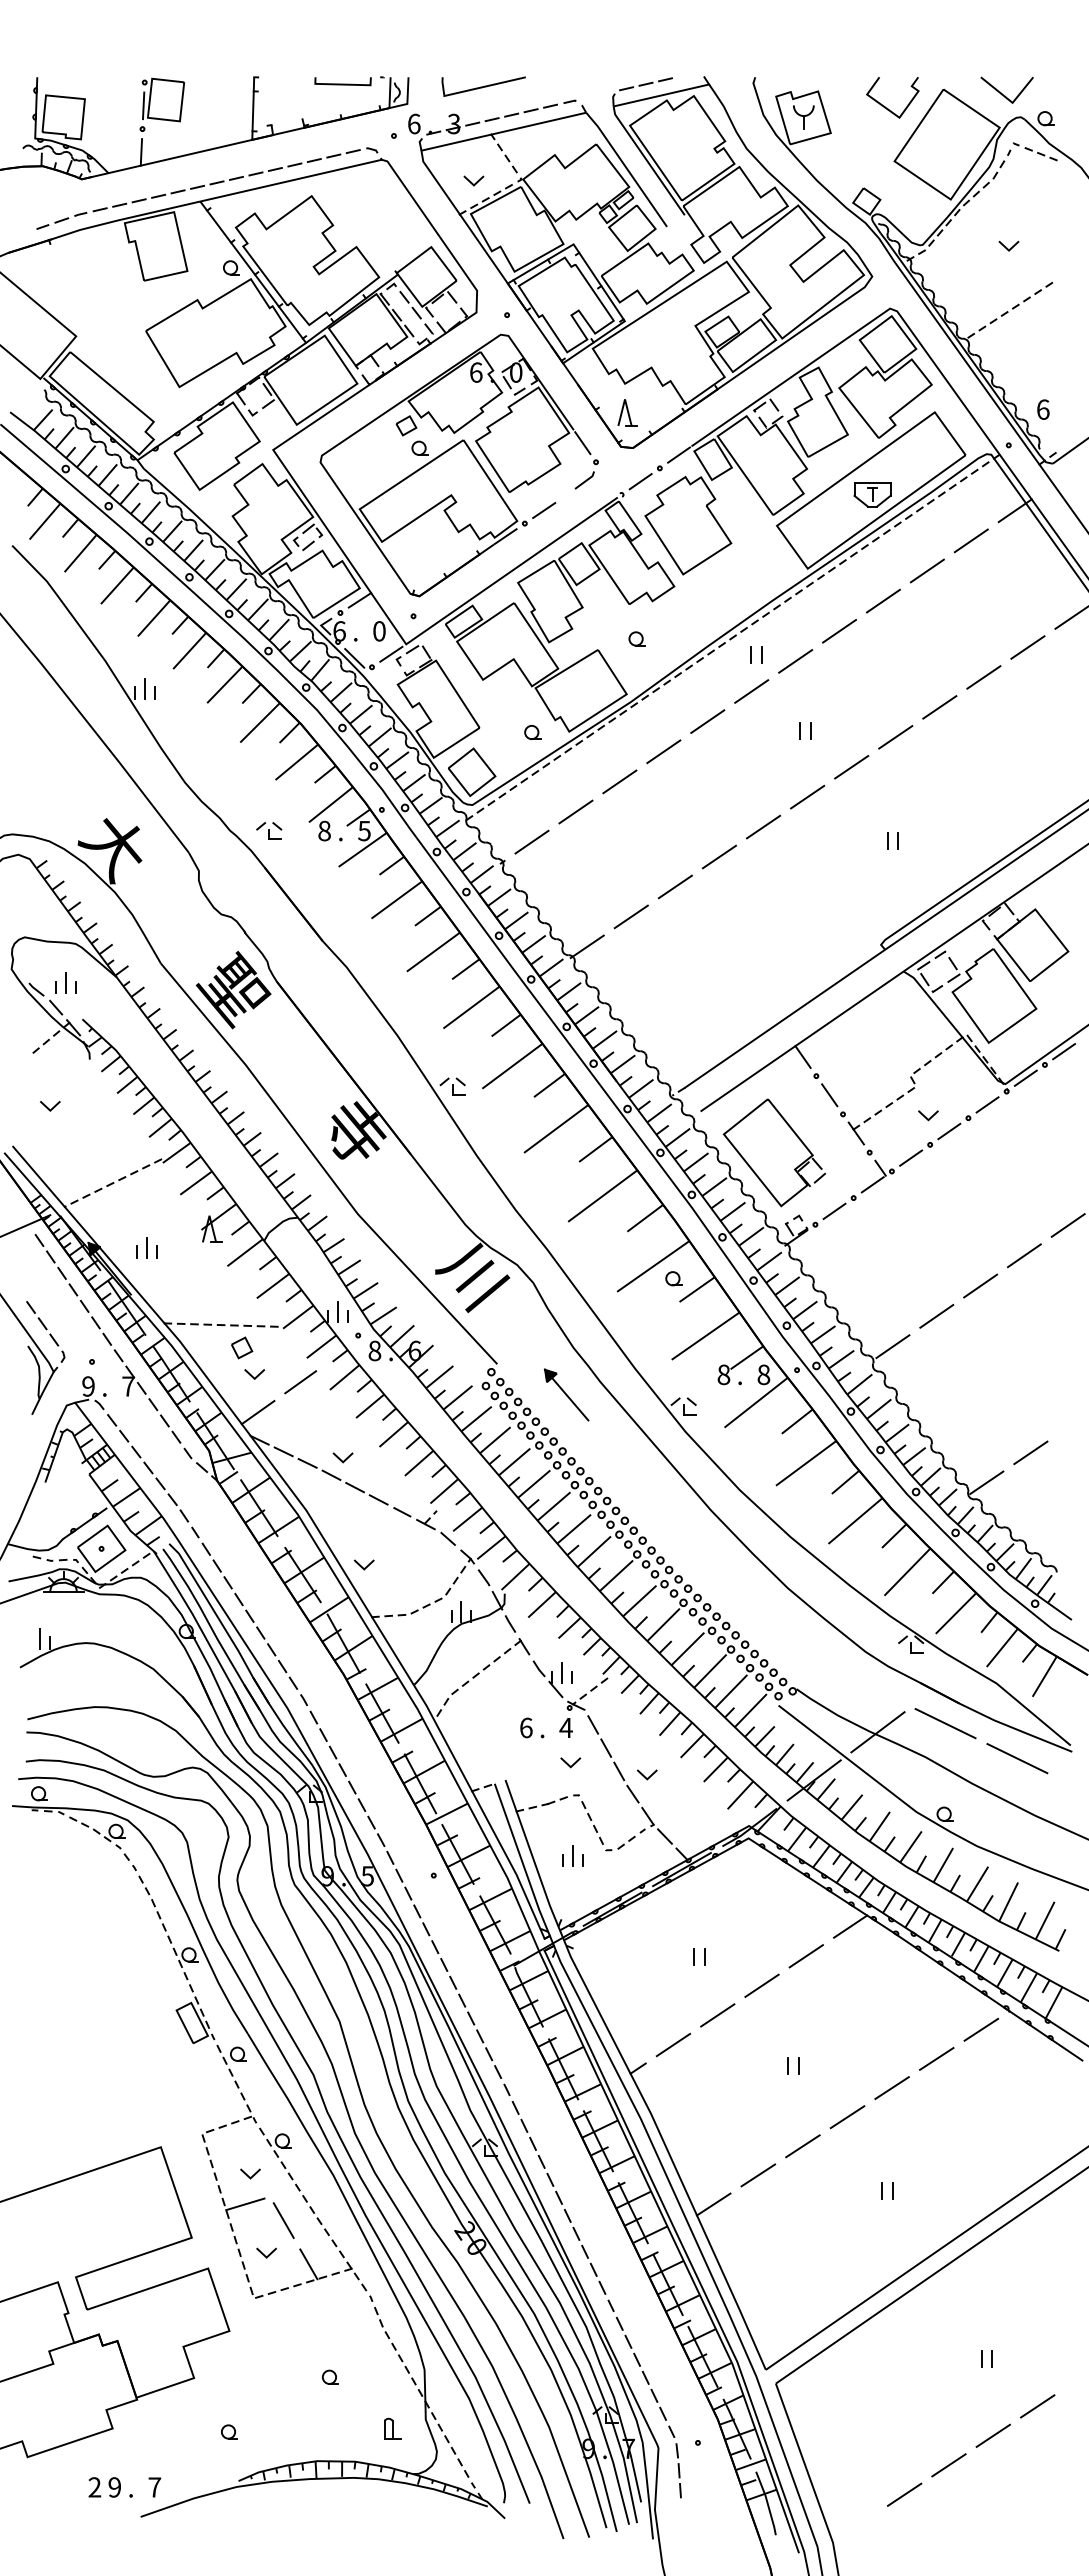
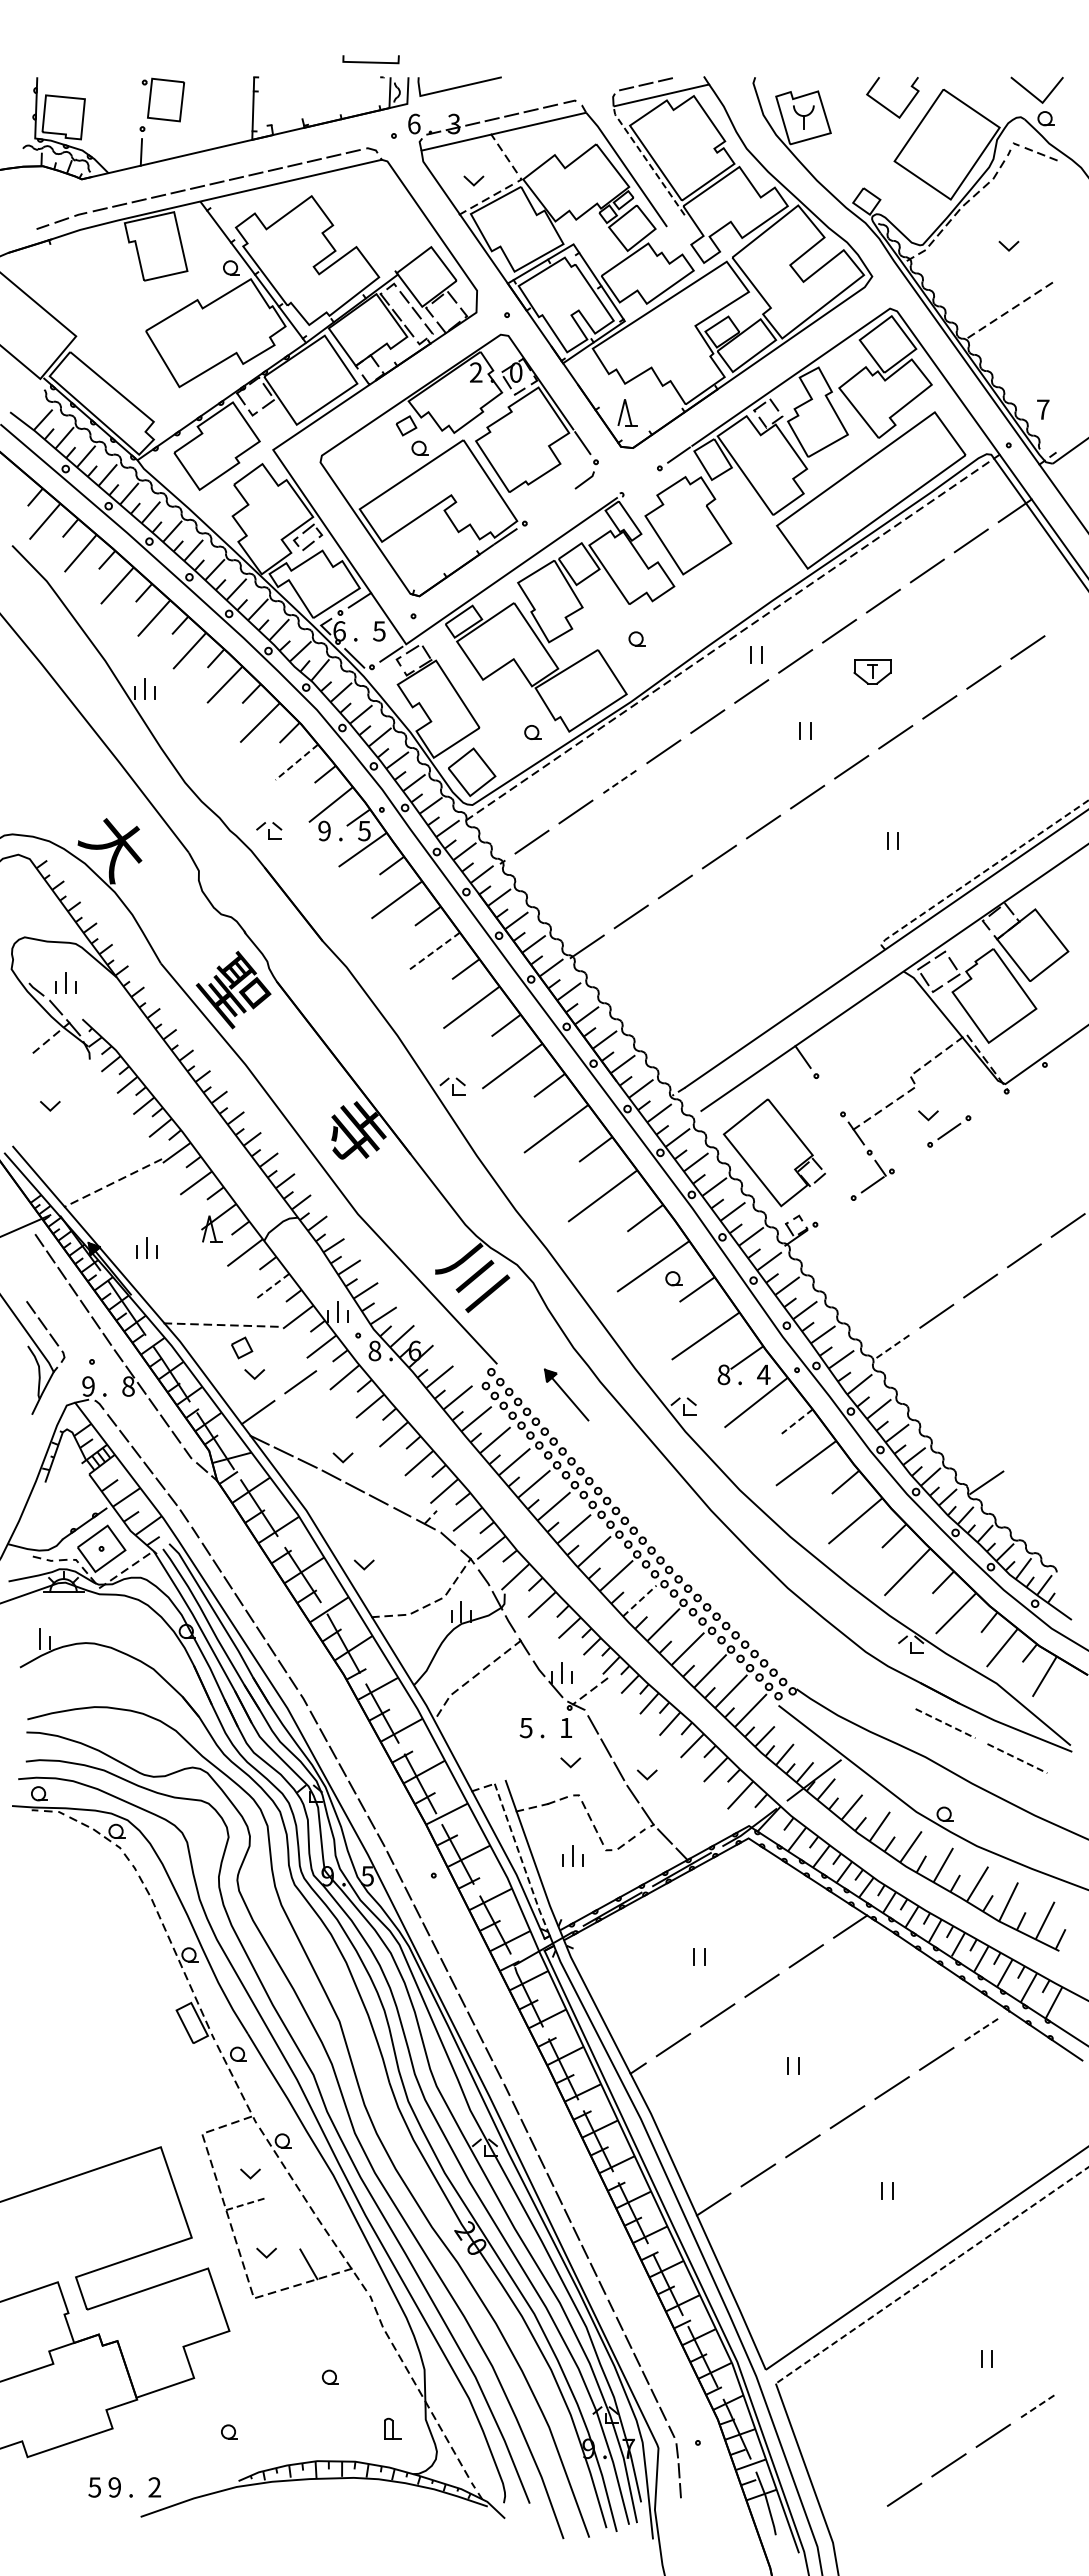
line at (342, 83) position: (342, 83) -> (370, 61)
line at (483, 86) position: (483, 86) -> (459, 86)
line at (1002, 93) position: (1002, 93) -> (1032, 93)
line at (143, 105): present -> none
line at (646, 160): solid -> dashed
text at (476, 372): 6 -> 2
text at (1043, 409): 6 -> 7
line at (640, 481): present -> none
part at (872, 494) position: (872, 494) -> (872, 671)
line at (544, 510): present -> none
line at (1070, 618): present -> none
text at (379, 631): 0 -> 5
line at (296, 762): solid -> dashed
line at (619, 781): solid -> dashed
text at (324, 830): 8 -> 9
line at (979, 875): solid -> dashed
line at (433, 952): solid -> dashed
line at (1064, 1051): present -> none
line at (1025, 1077): present -> none
line at (829, 1095): present -> none
line at (987, 1104): present -> none
line at (910, 1157): present -> none
line at (834, 1211): present -> none
line at (272, 1286): solid -> dashed
line at (892, 1346): solid -> dashed
text at (763, 1374): 8 -> 4
text at (128, 1386): 7 -> 8
line at (797, 1421): solid -> dashed
line at (1030, 1452): present -> none
line at (639, 1601): solid -> dashed
line at (946, 1723): solid -> dashed
text at (525, 1727): 6 -> 5
text at (565, 1727): 4 -> 1
line at (877, 1732): present -> none
line at (1017, 1758): solid -> dashed
line at (521, 1859): solid -> dashed
line at (981, 2029): solid -> dashed
line at (245, 2204): solid -> dashed
line at (283, 2220): present -> none
line at (932, 2275): solid -> dashed
line at (1037, 2406): solid -> dashed
text at (94, 2487): 2 -> 5
text at (154, 2487): 7 -> 2
